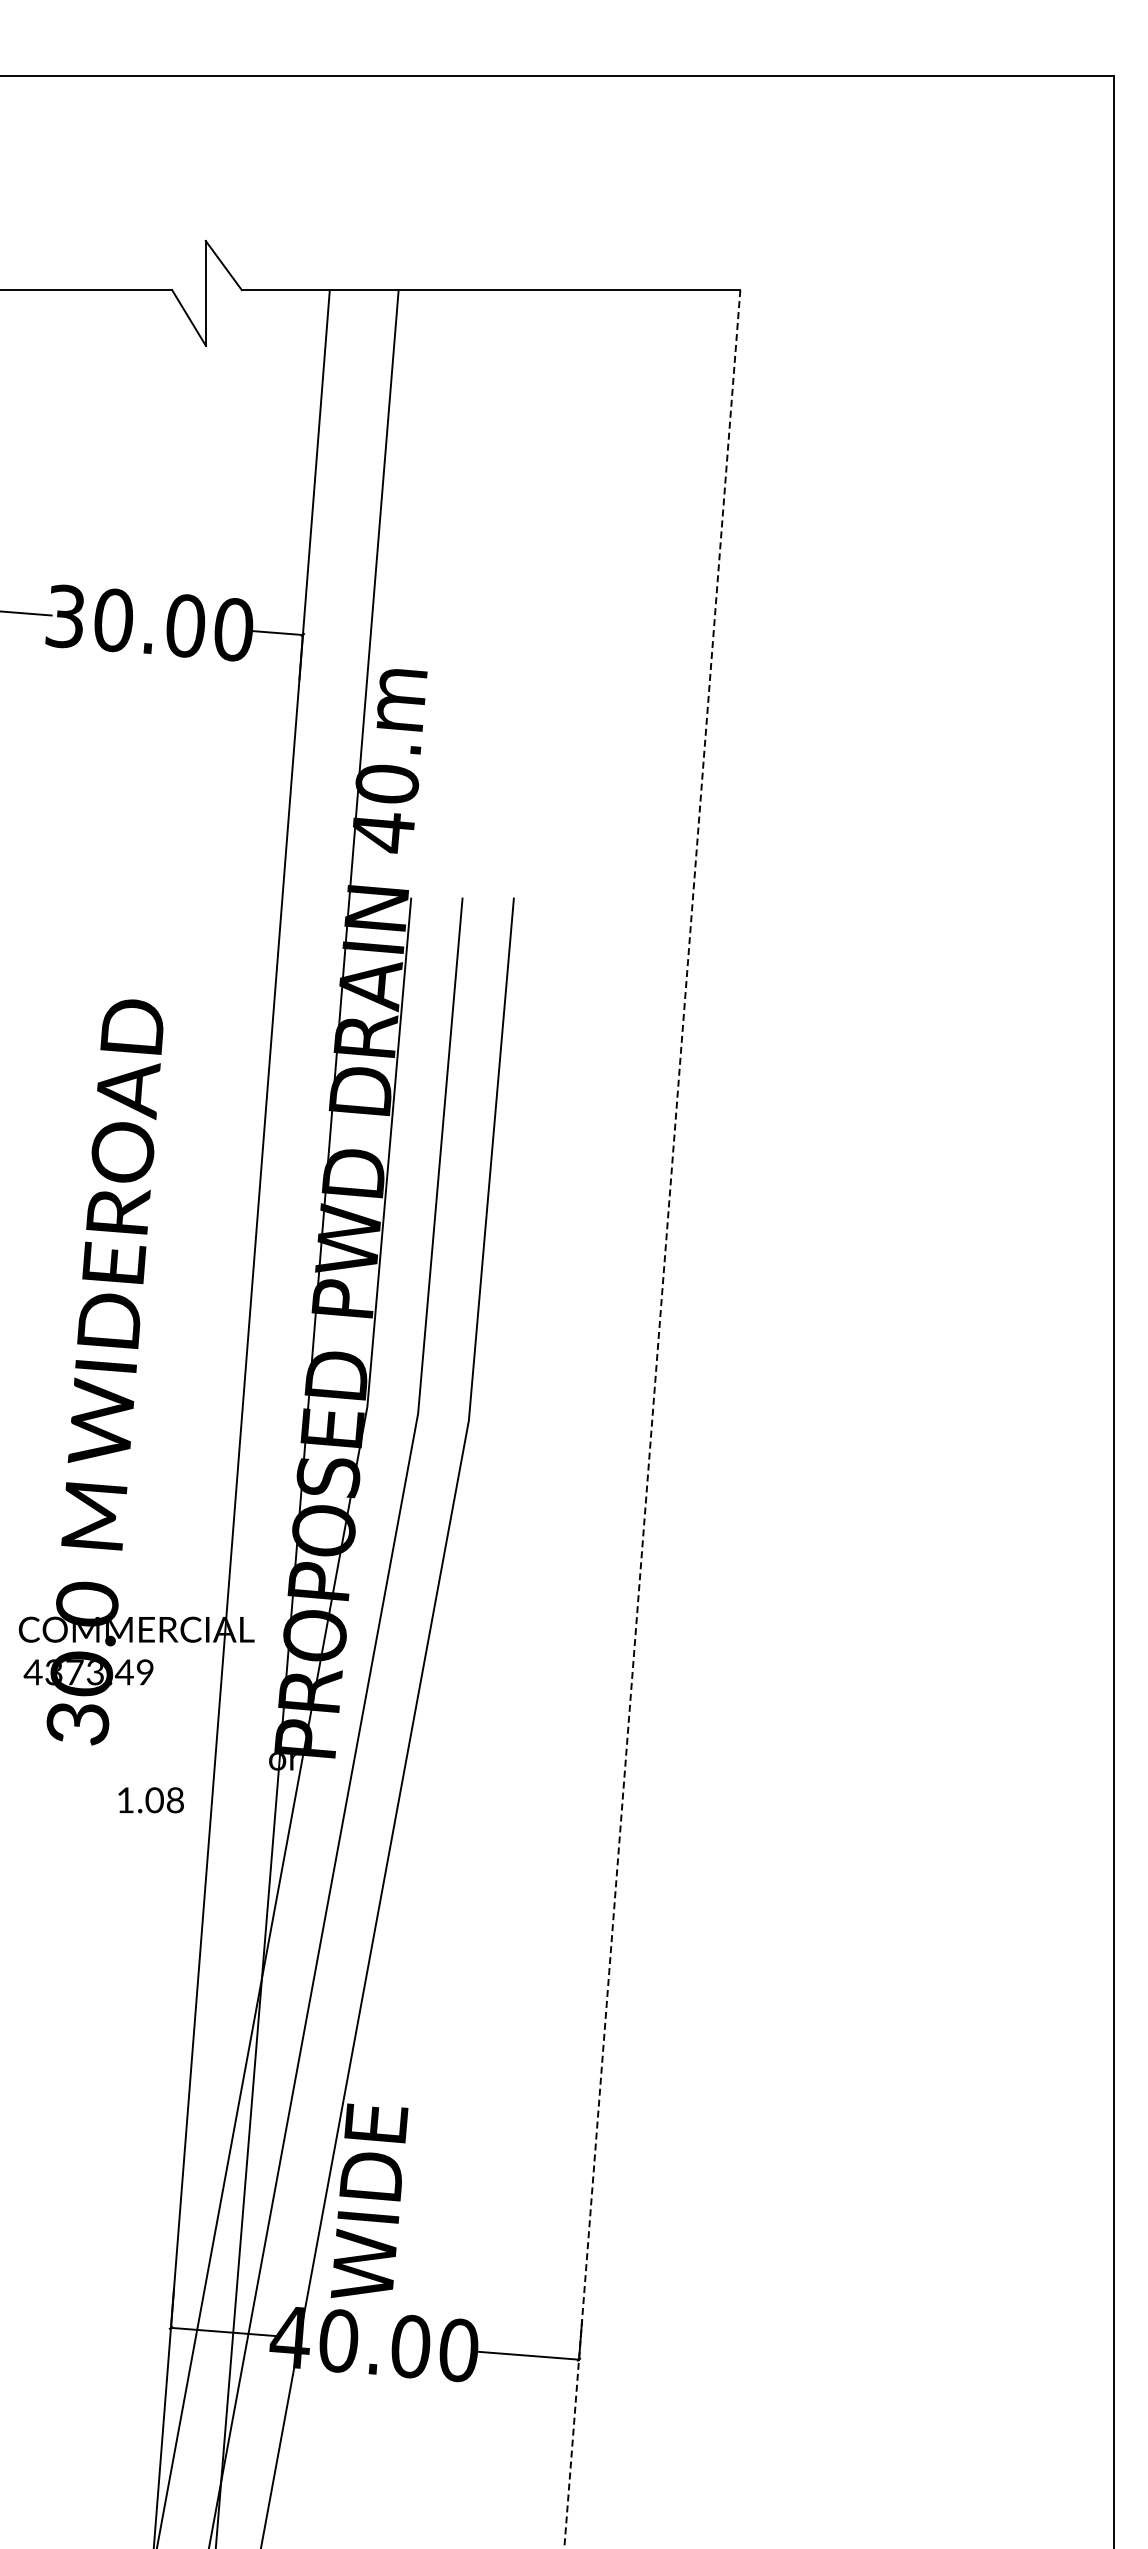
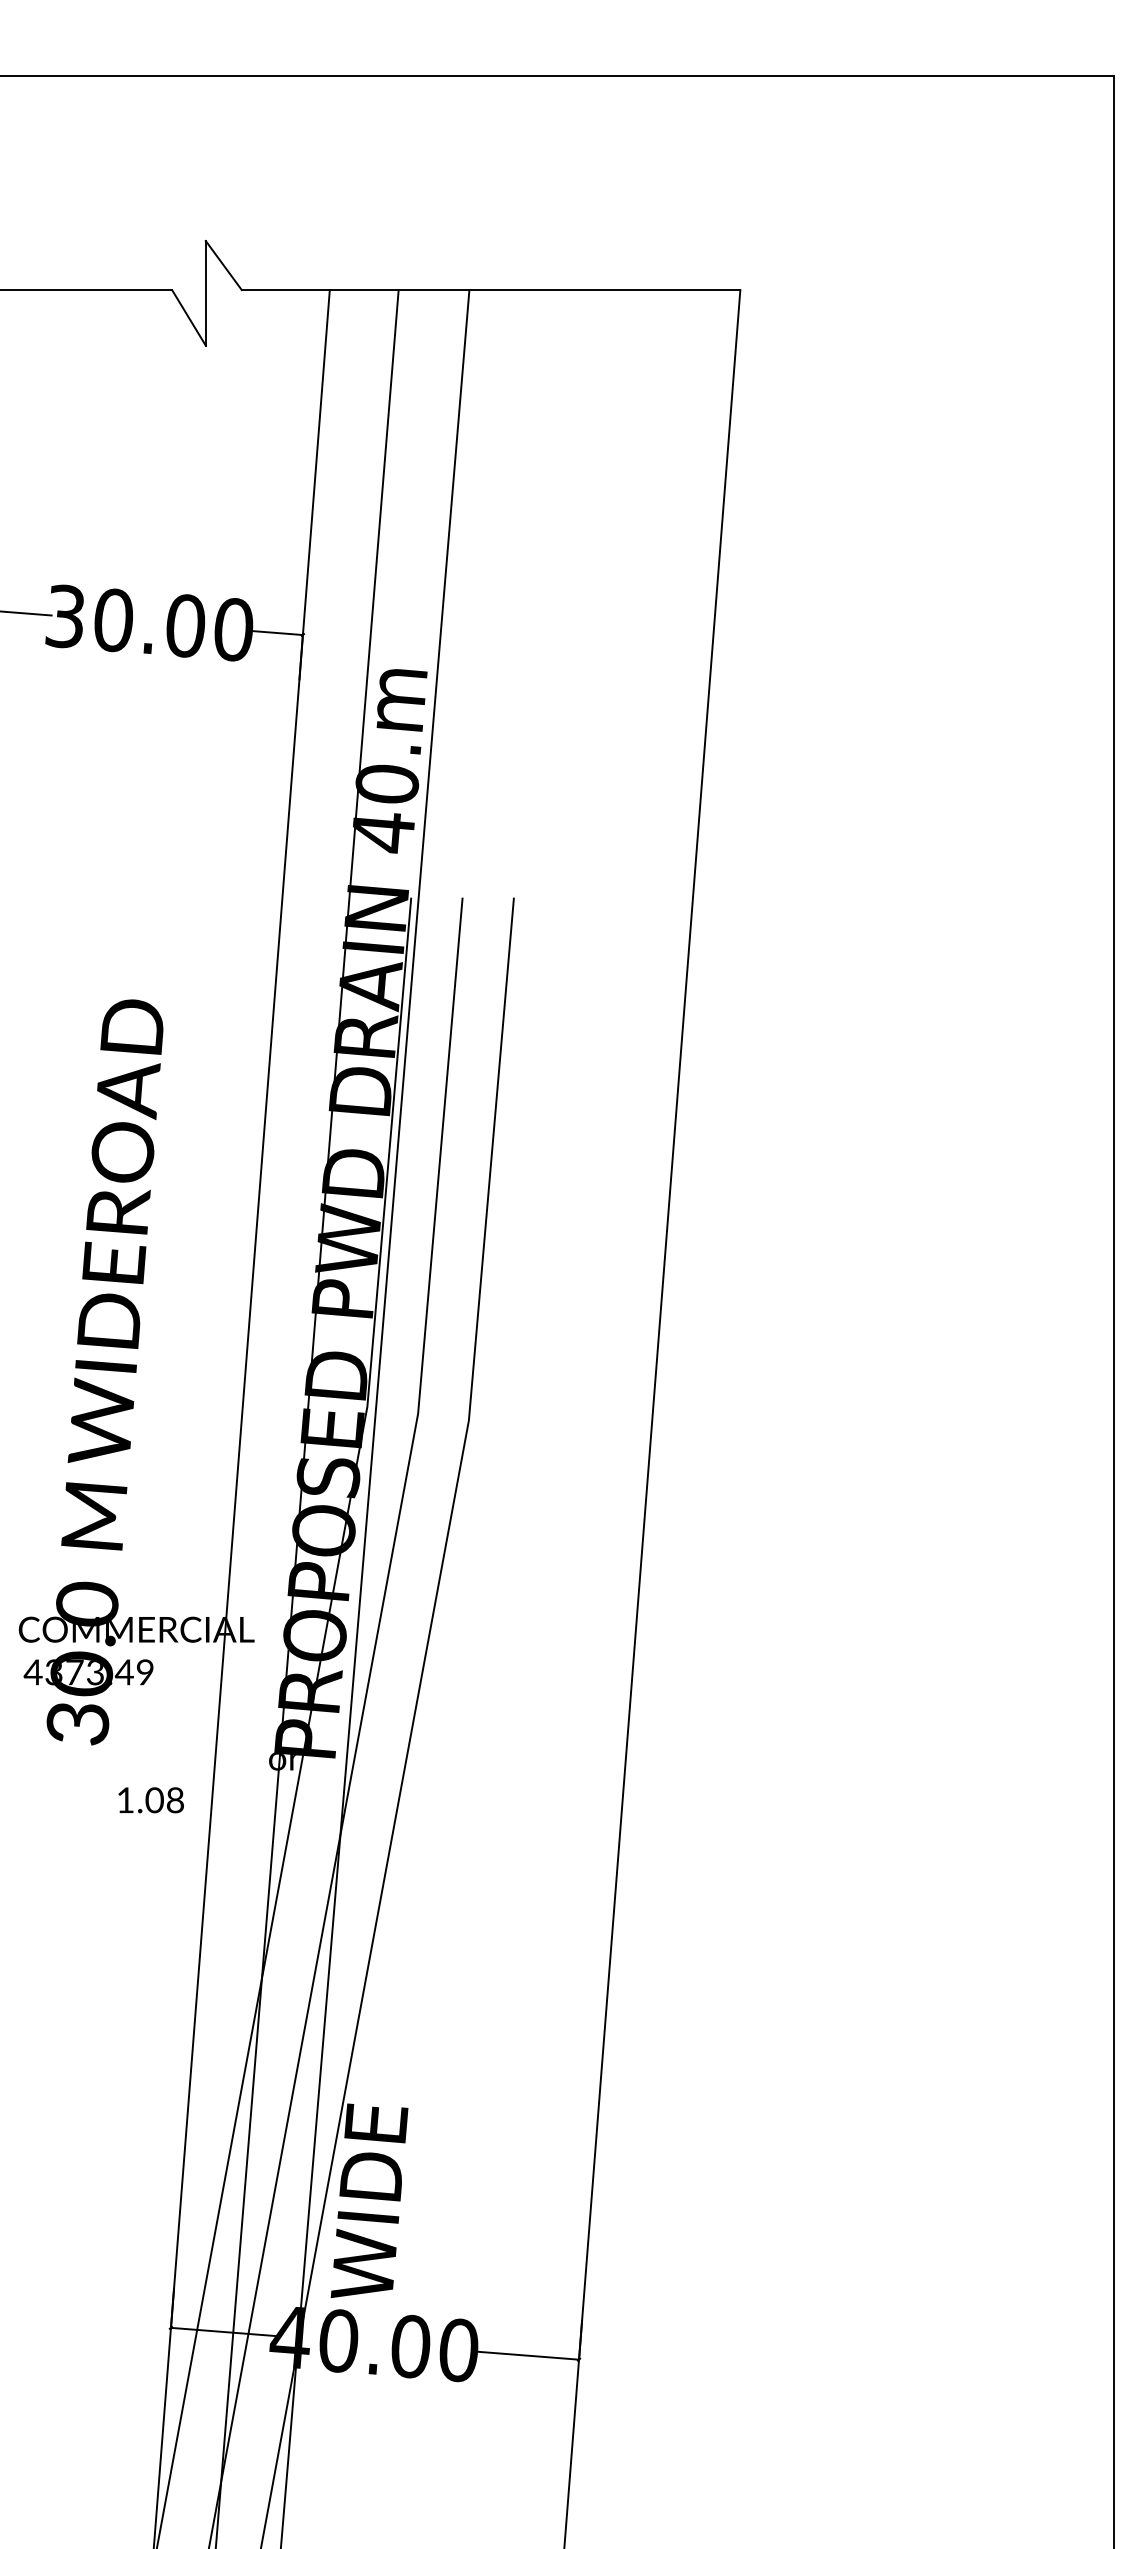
line at (375, 1417): none -> present
line at (652, 1419): dashed -> solid
